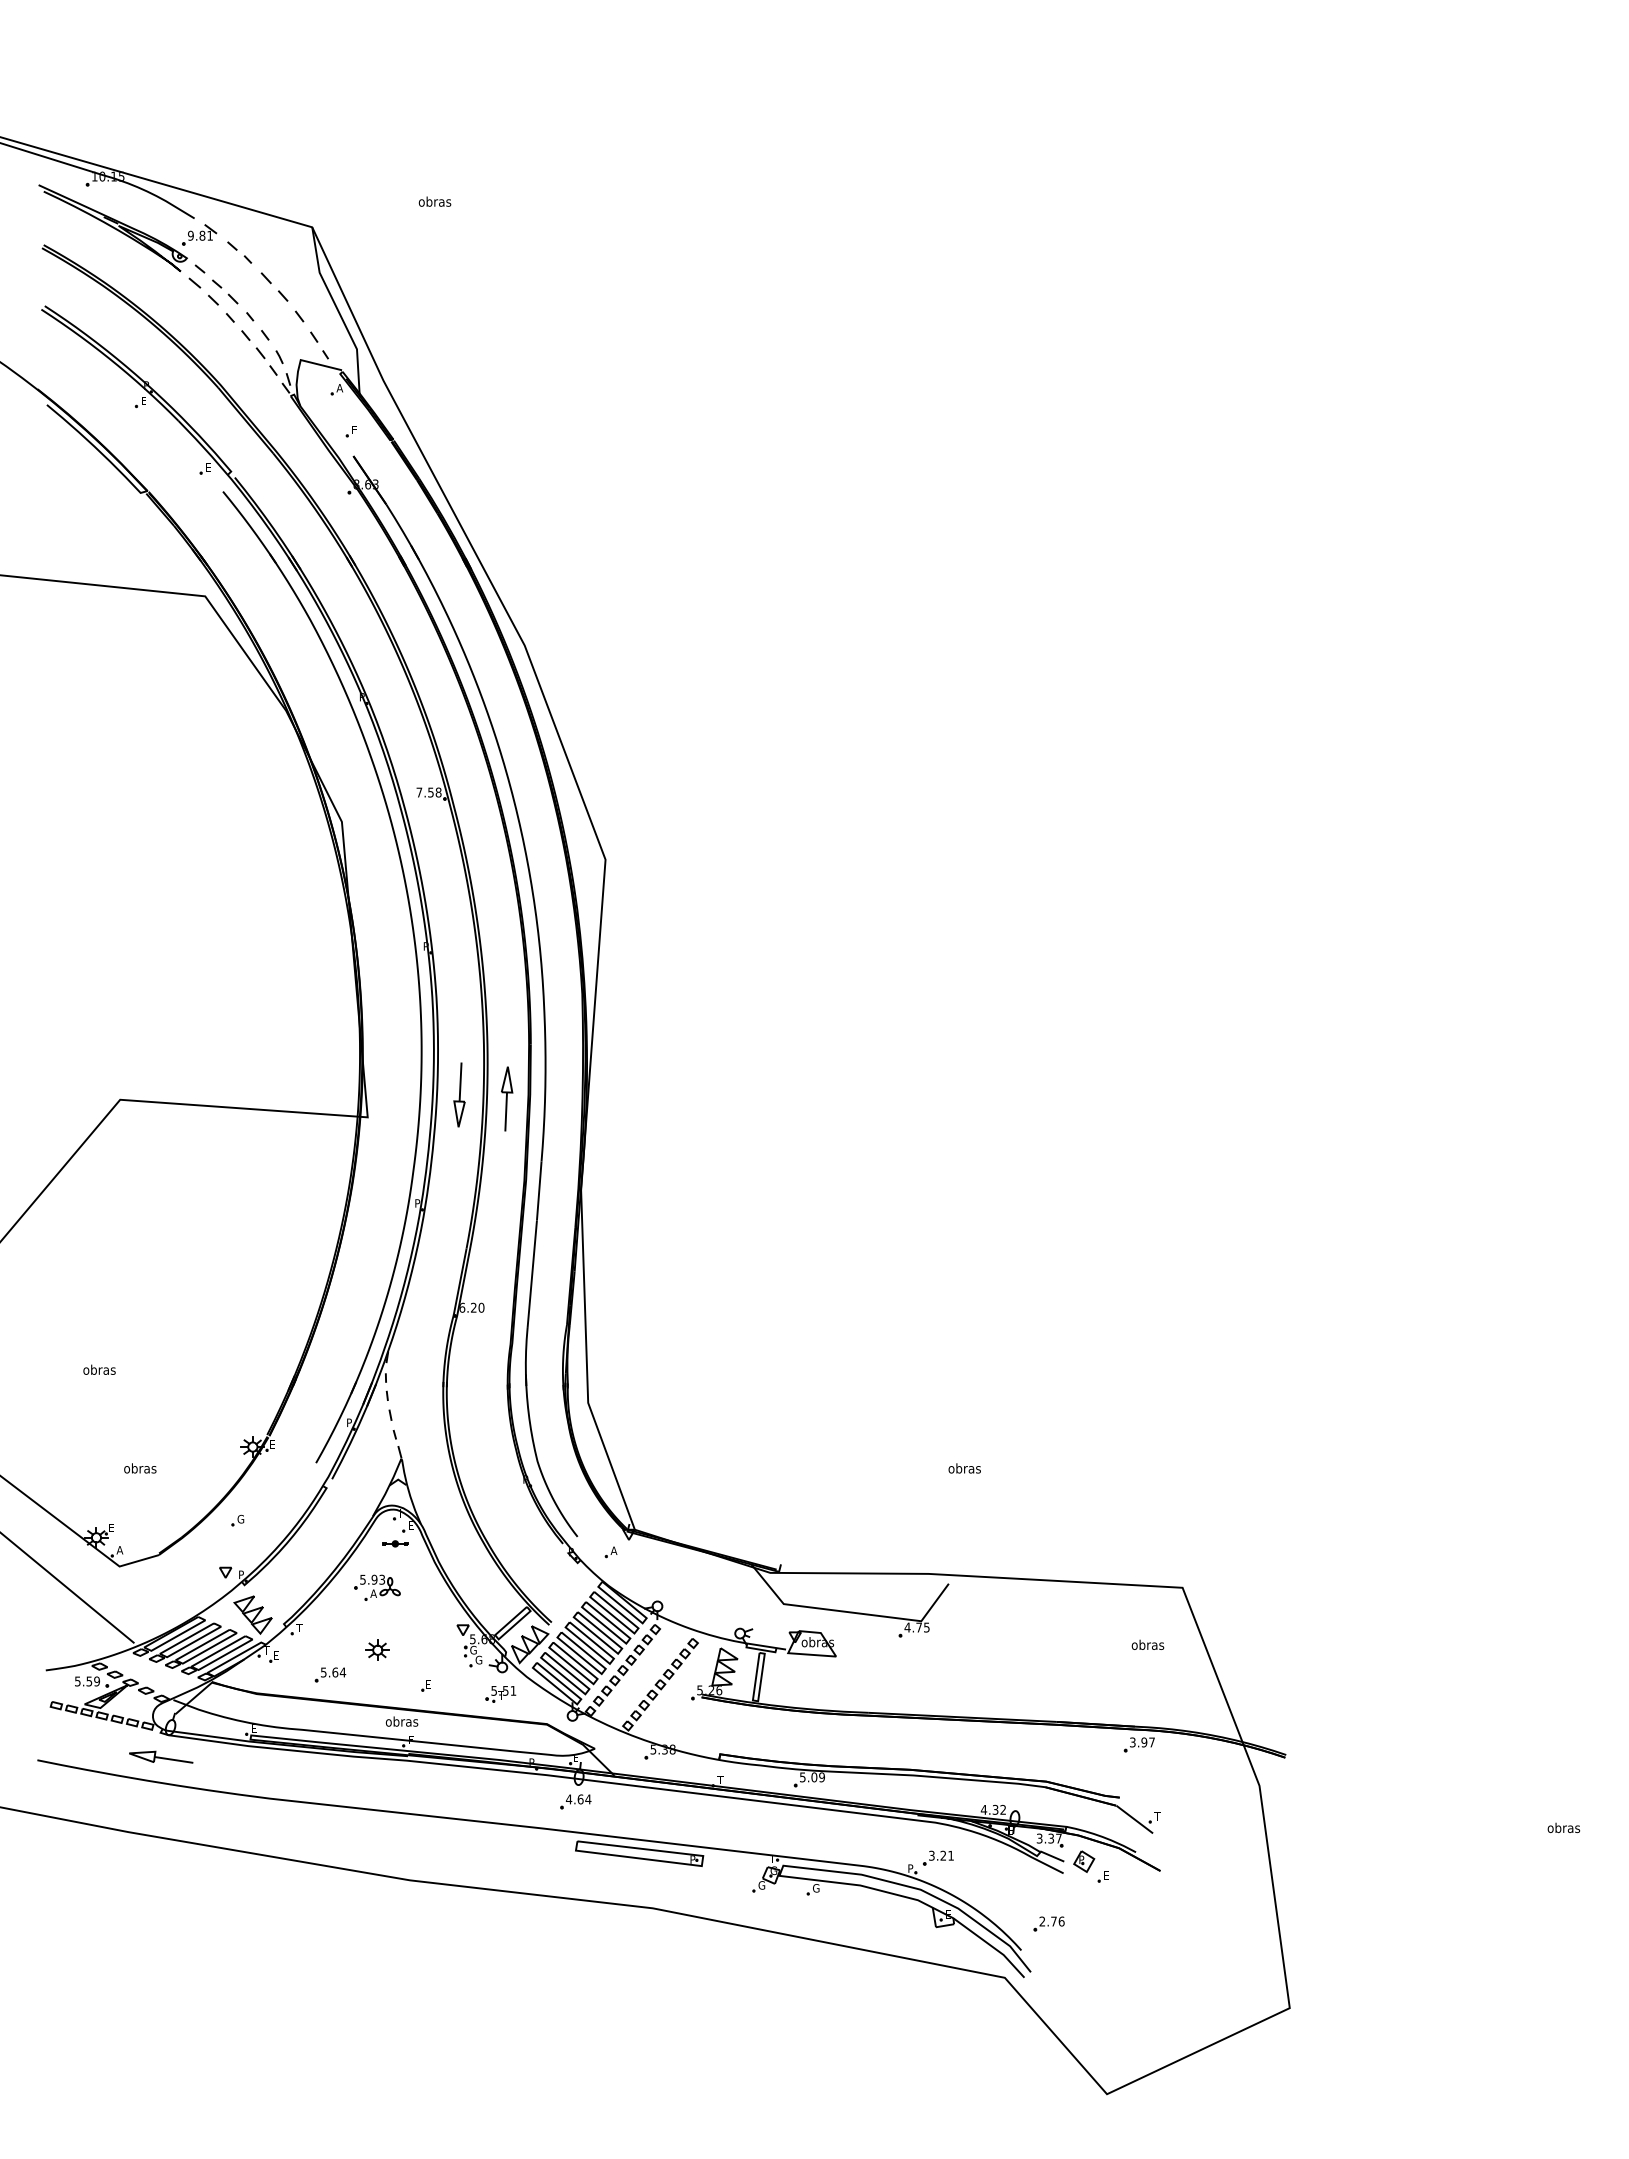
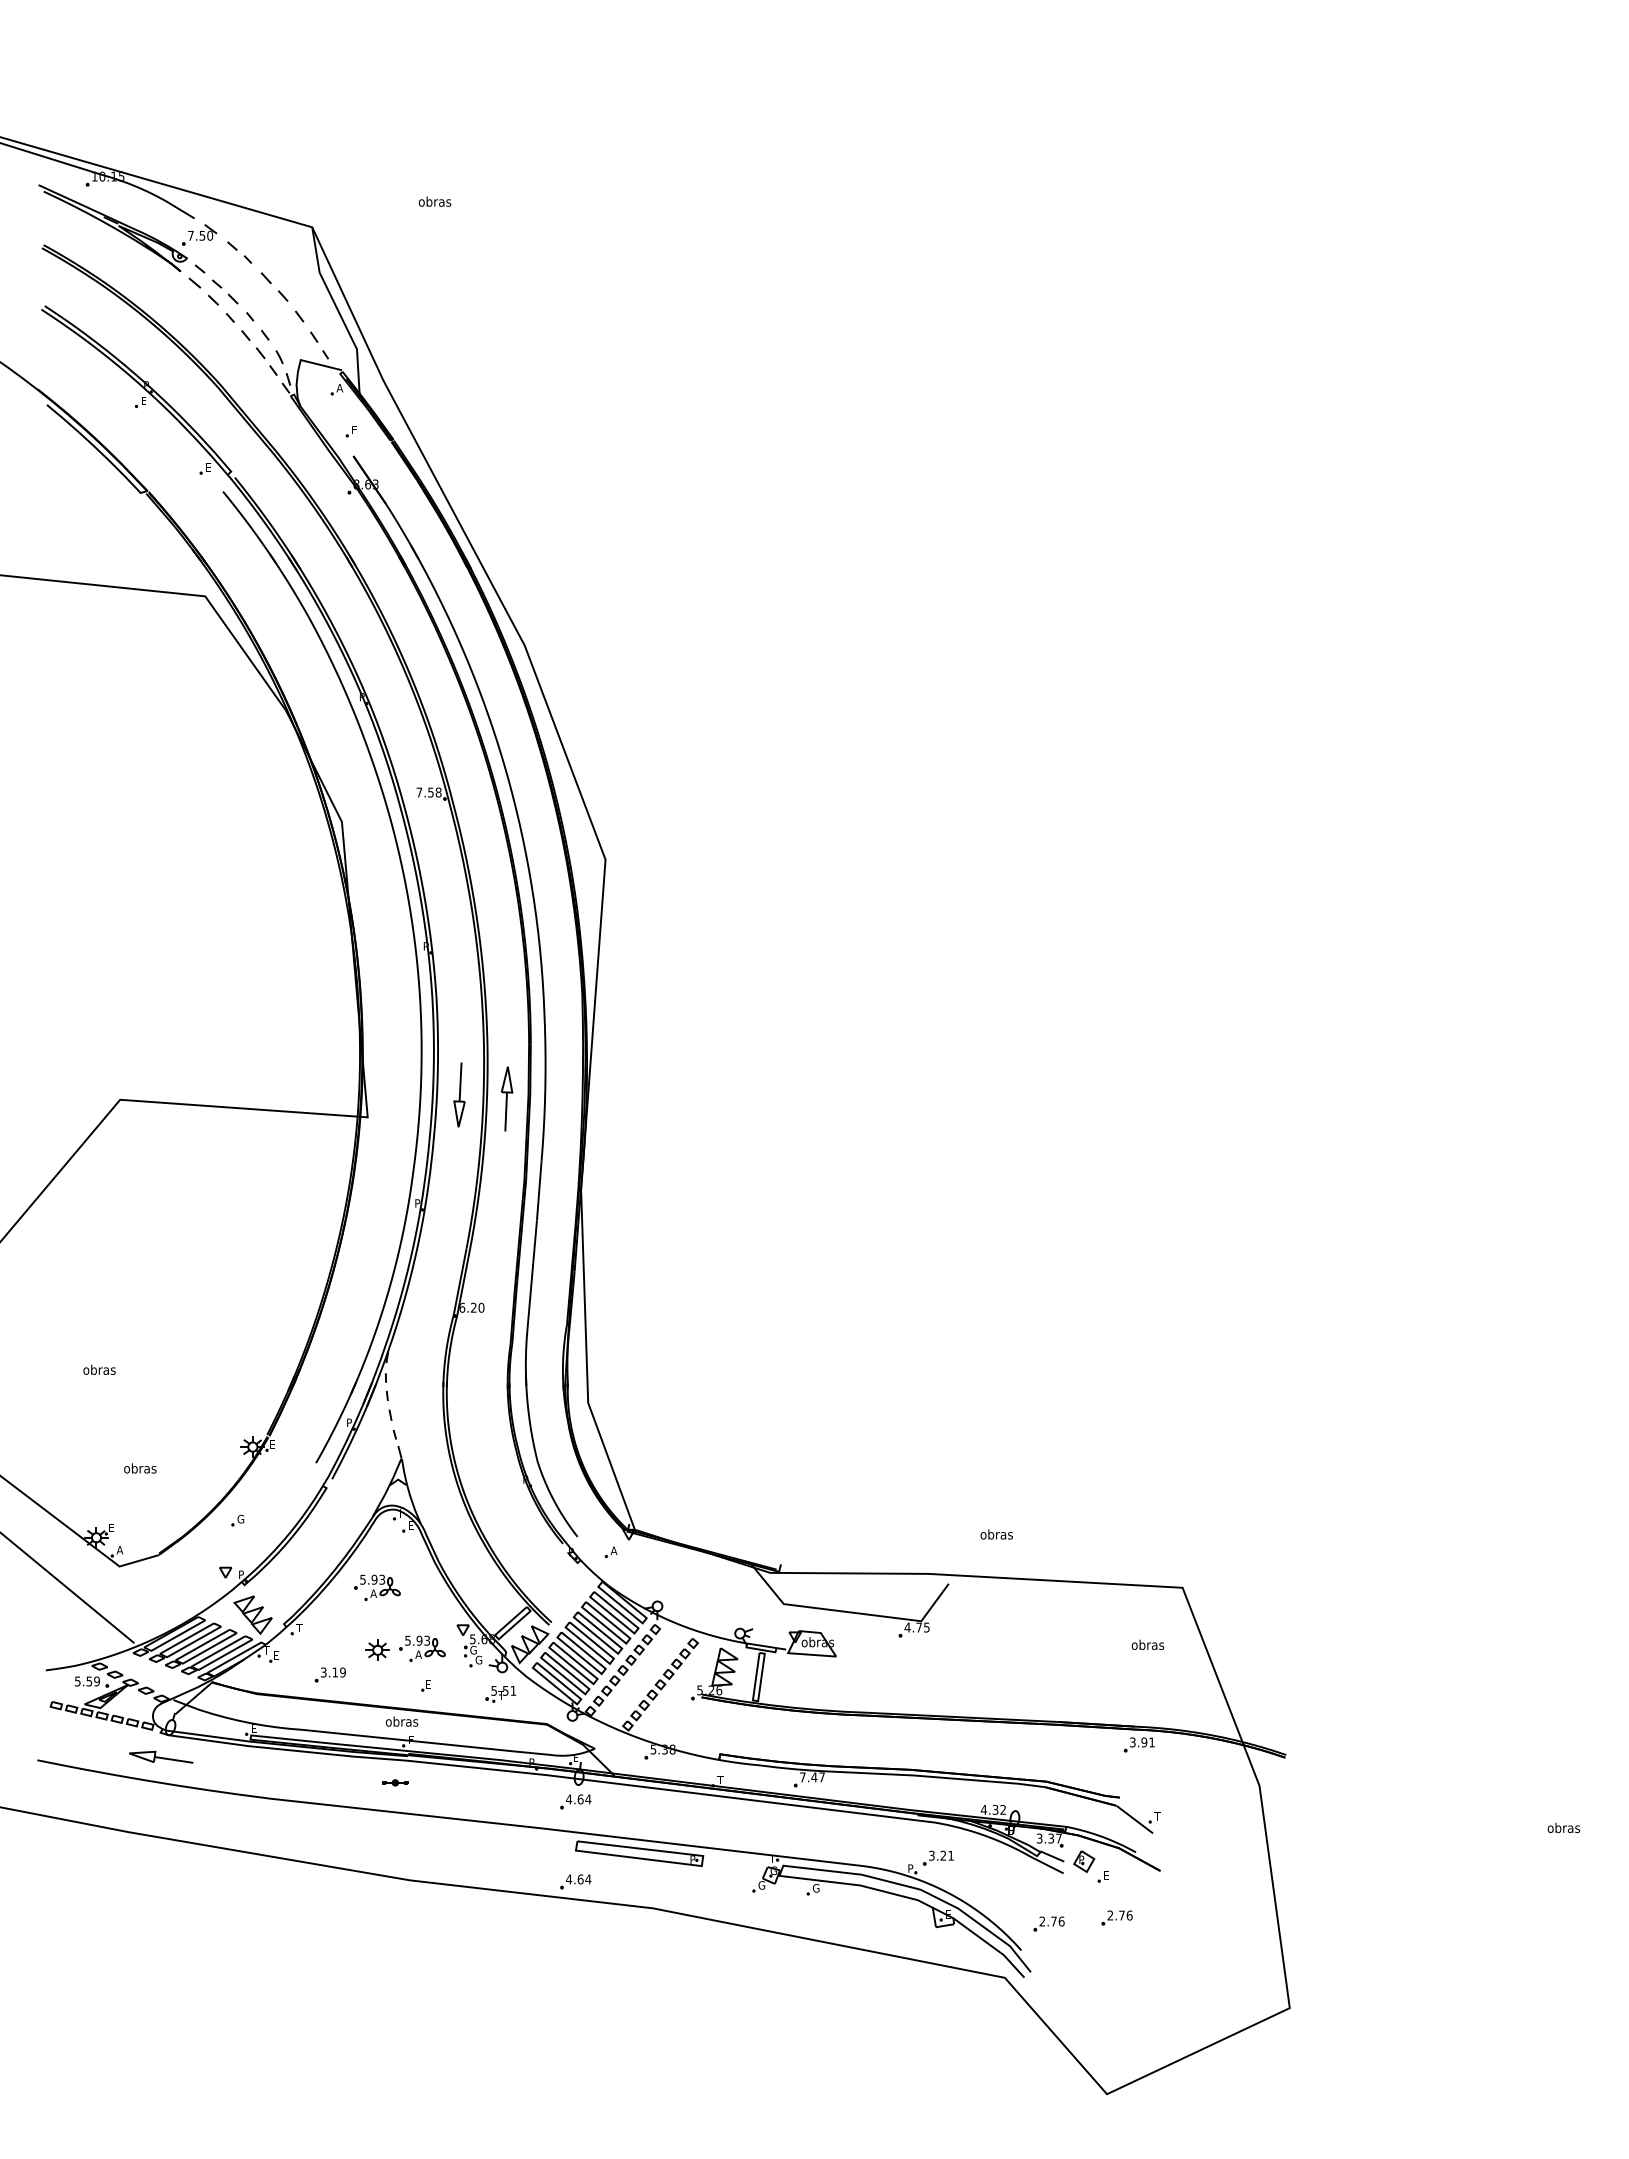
text at (200, 235): 9.81 -> 7.50
text at (964, 1468) position: (964, 1468) -> (996, 1534)
part at (395, 1543) position: (395, 1543) -> (395, 1782)
part at (422, 1648): none -> present
text at (333, 1672): 5.64 -> 3.19
text at (1151, 1742): 3.97 -> 3.91
text at (812, 1777): 5.09 -> 7.47
part at (575, 1881): none -> present
part at (1116, 1917): none -> present
